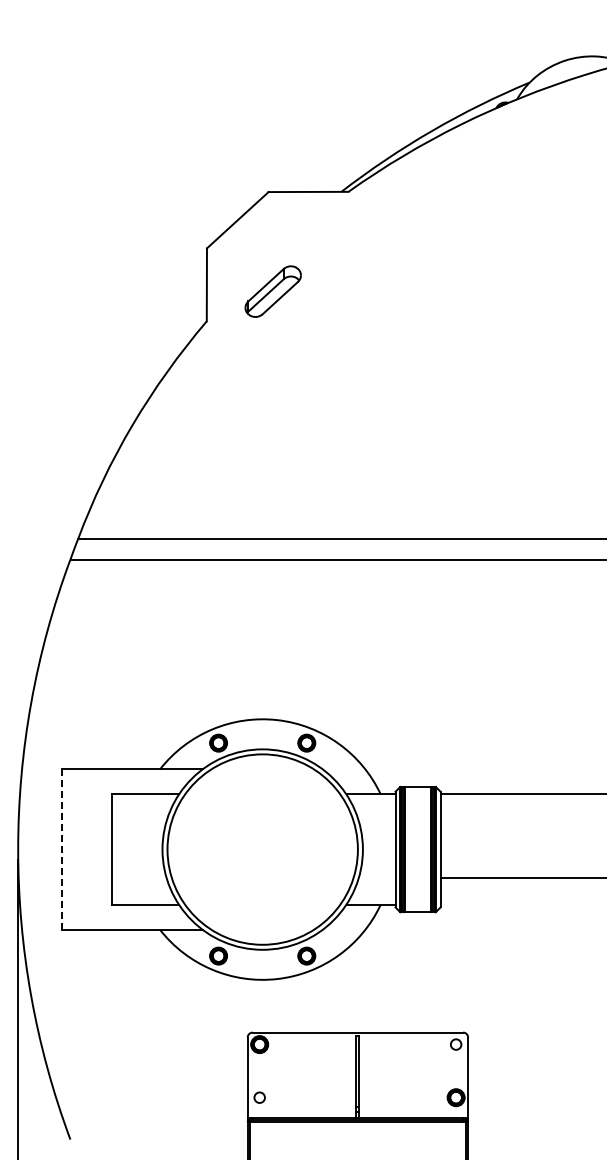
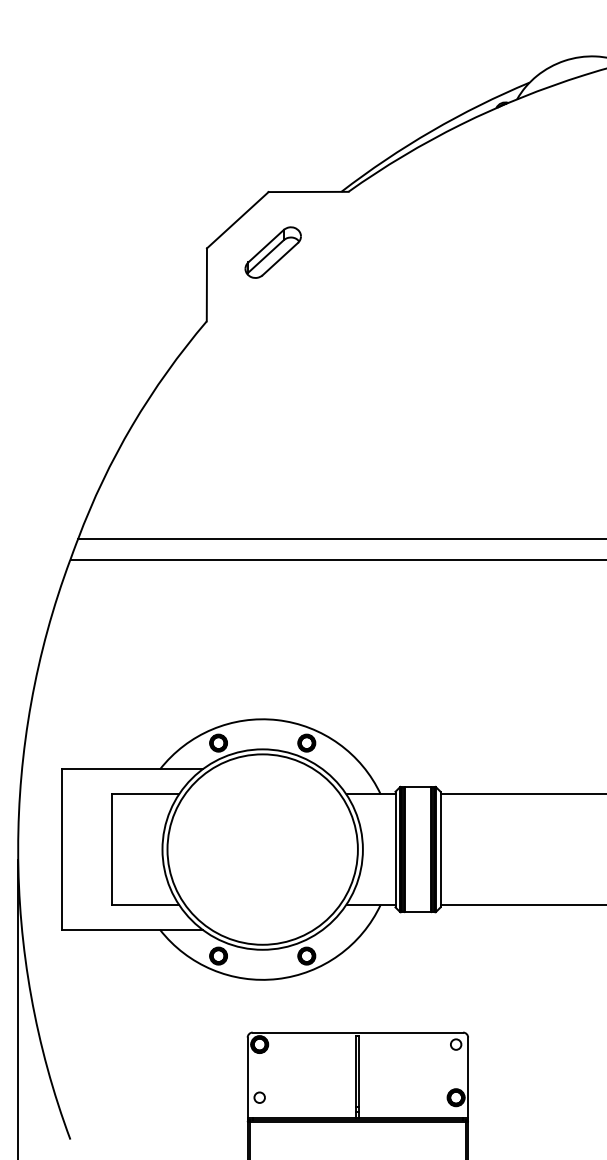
part at (272, 291) position: (272, 291) -> (272, 252)
line at (62, 849): dashed -> solid
line at (521, 877) position: (521, 877) -> (521, 904)
